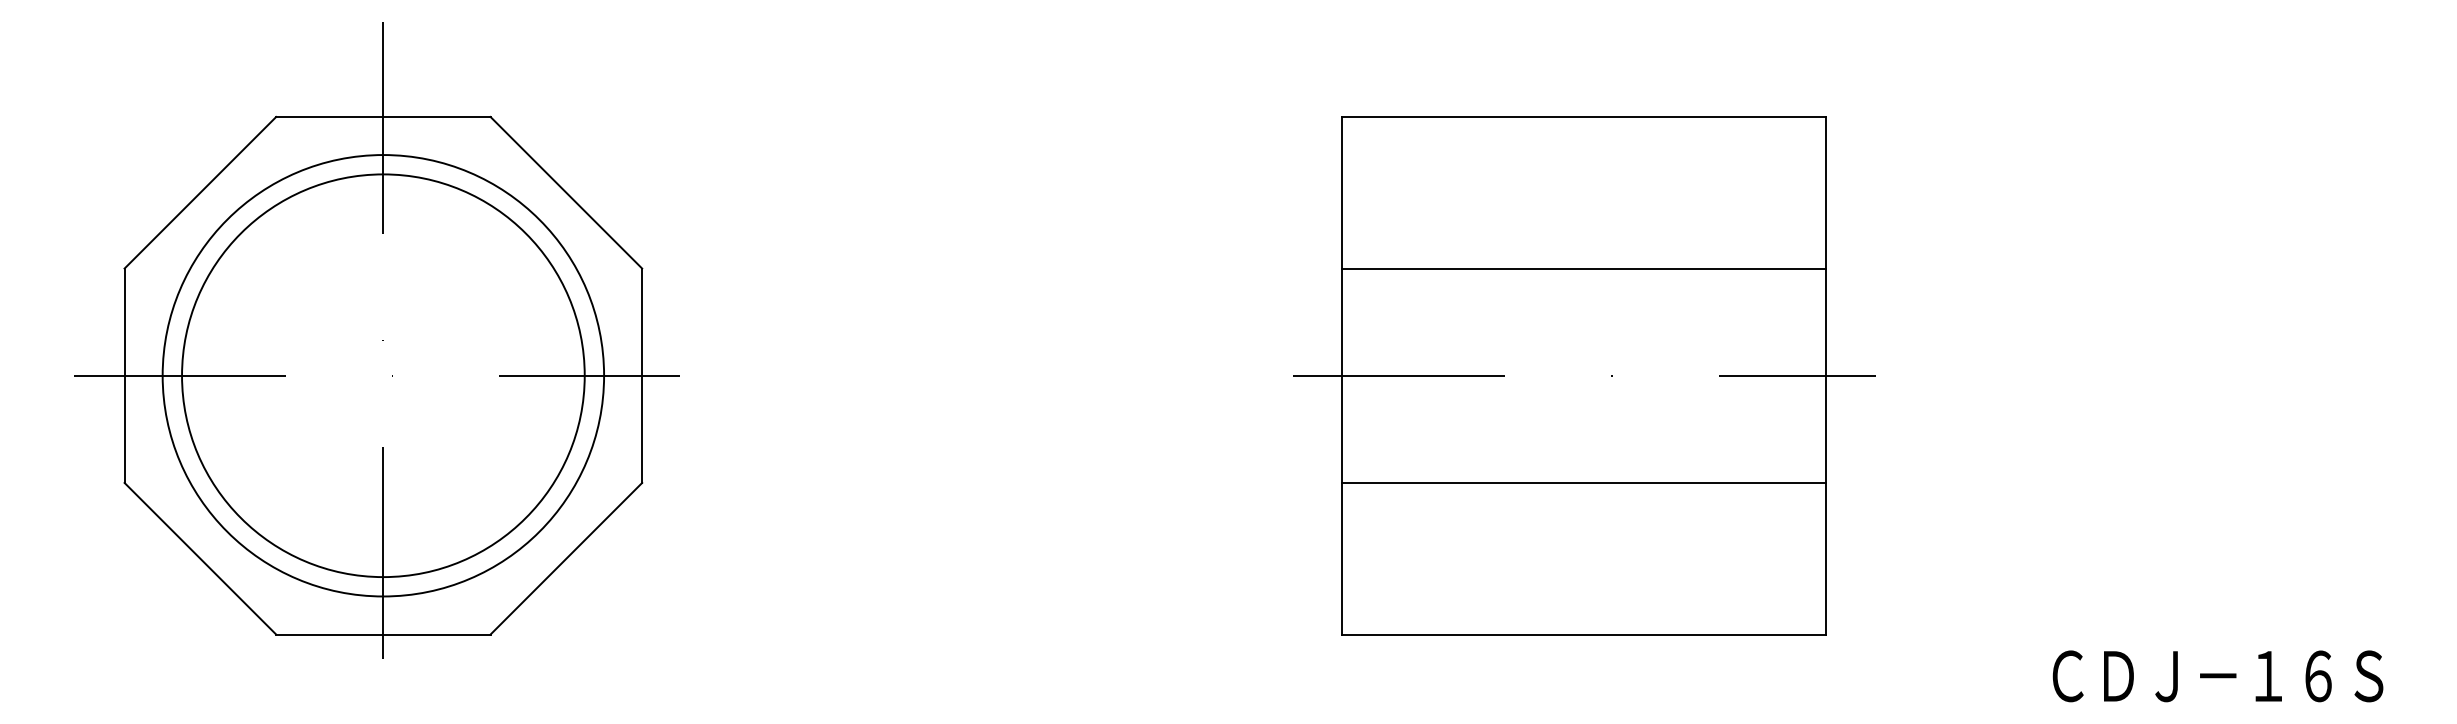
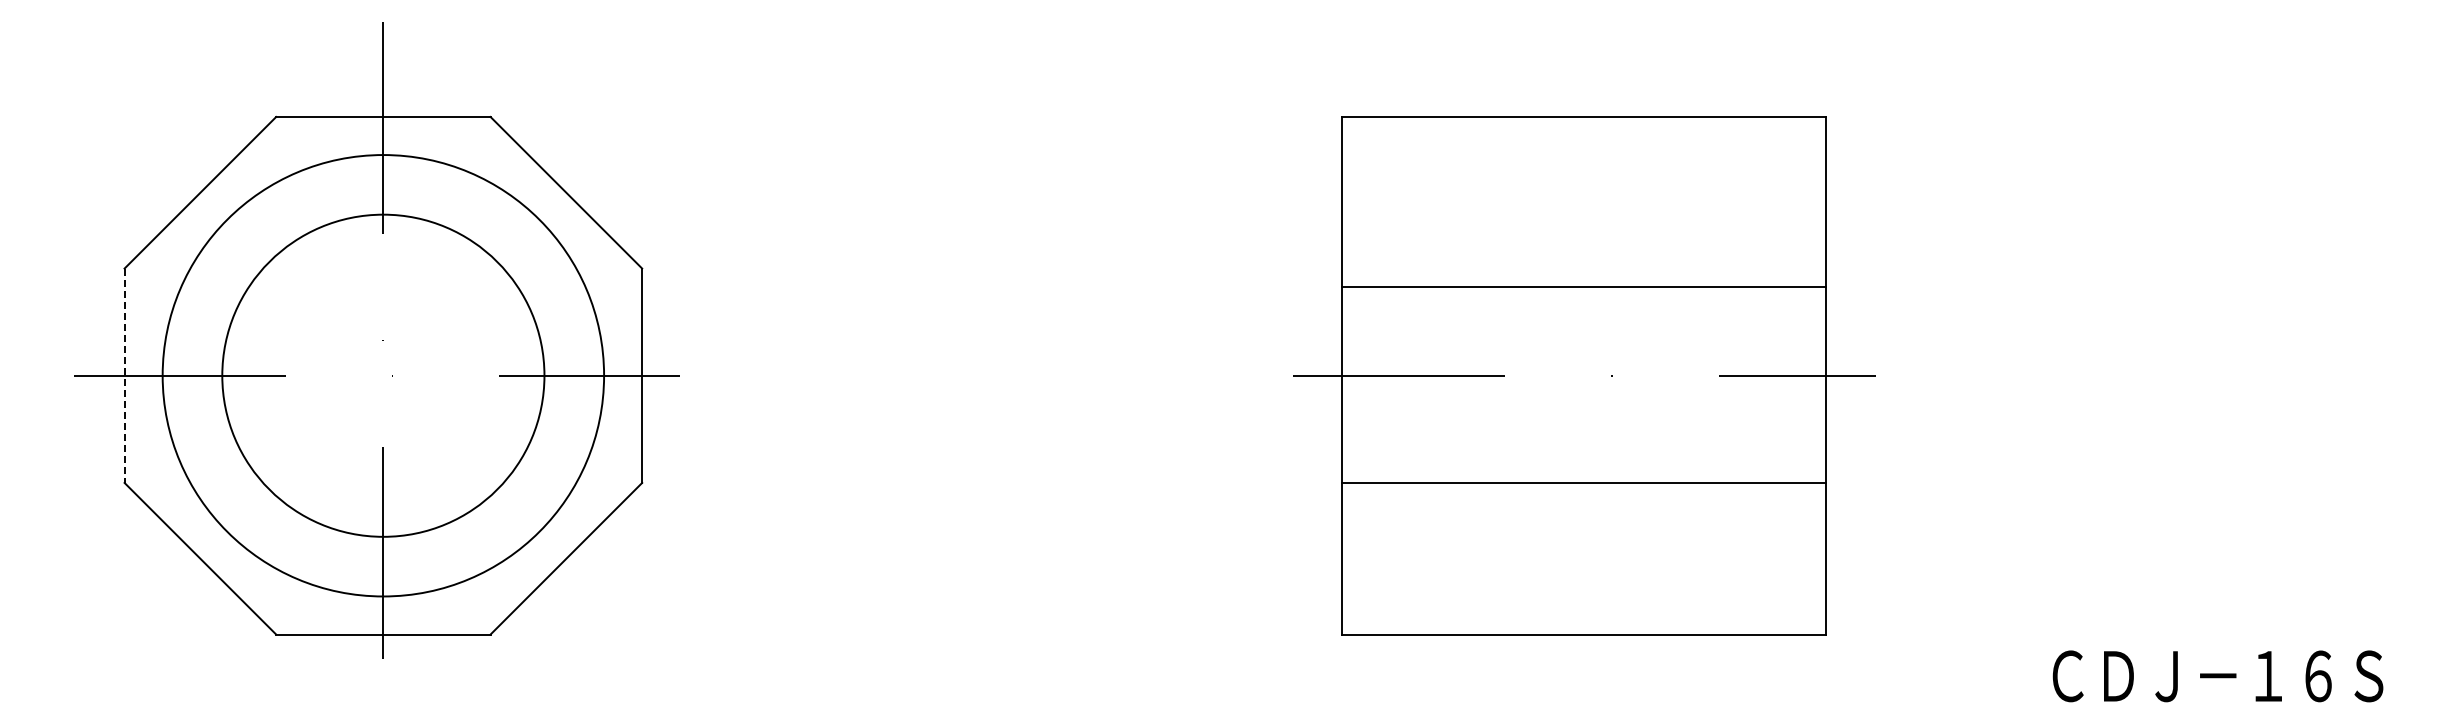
line at (1583, 268) position: (1583, 268) -> (1583, 286)
circle at (383, 375) diameter: 403 px -> 322 px
line at (124, 376): solid -> dashed
